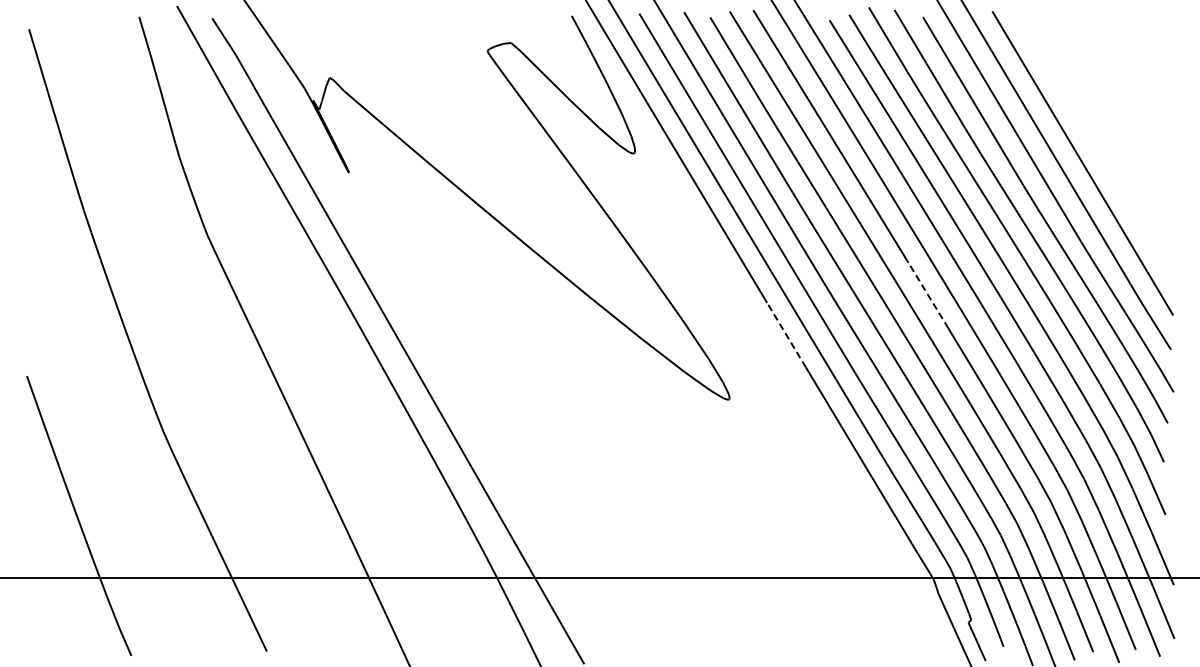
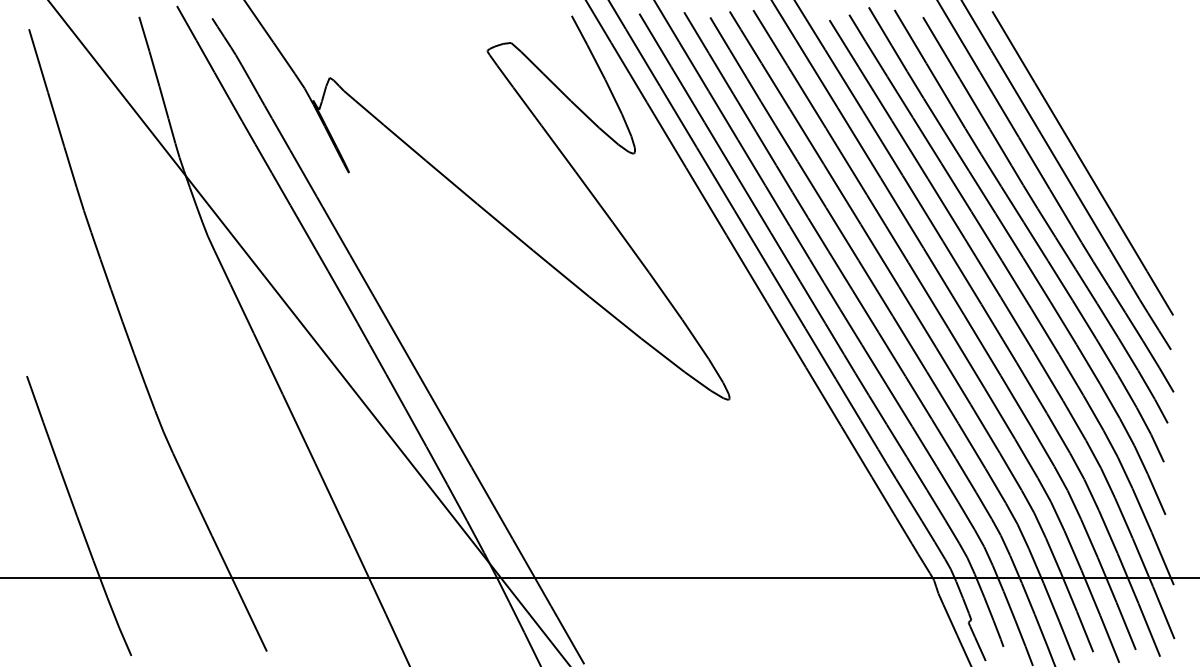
line at (928, 295): dashed -> solid
line at (308, 332): none -> present
line at (786, 335): dashed -> solid
